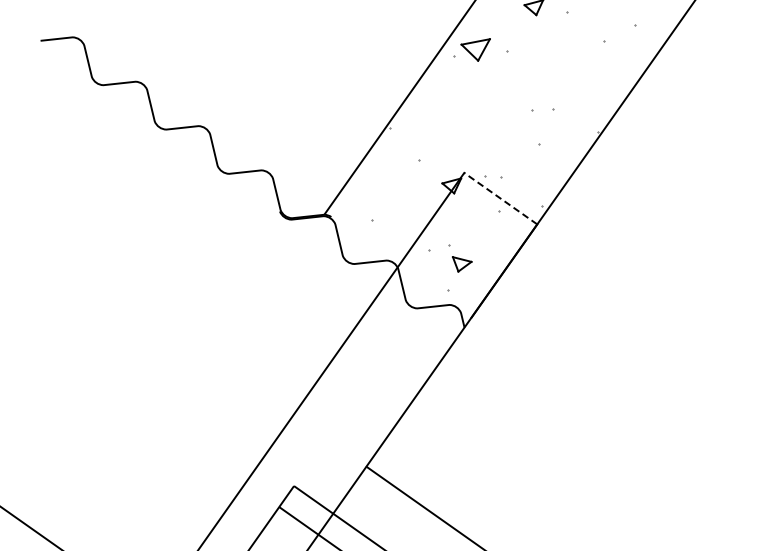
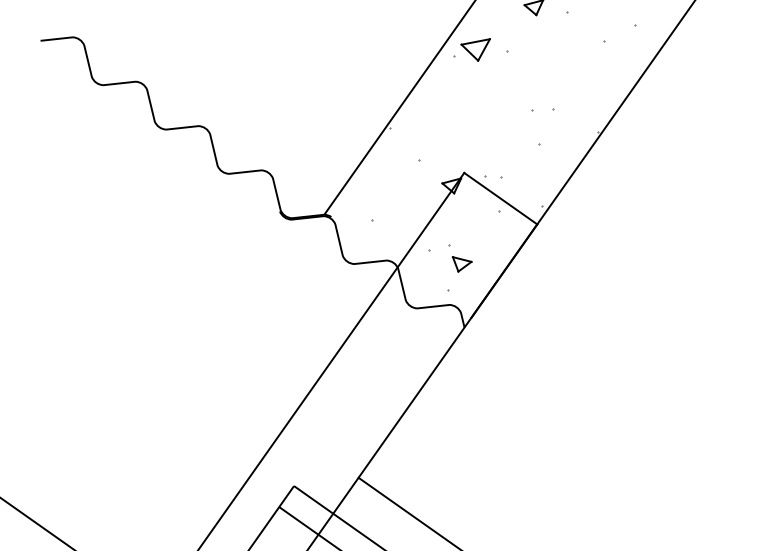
line at (500, 198): dashed -> solid
line at (423, 506) position: (423, 506) -> (407, 512)
line at (30, 527) position: (30, 527) -> (36, 522)
